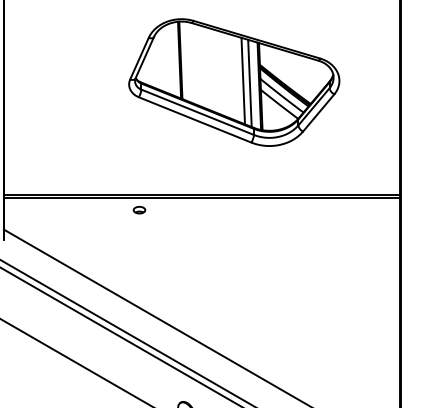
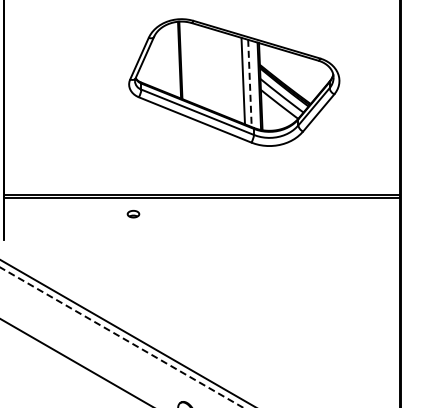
line at (249, 83): solid -> dashed
part at (139, 210) position: (139, 210) -> (133, 214)
line at (155, 316): present -> none
line at (121, 337): solid -> dashed
